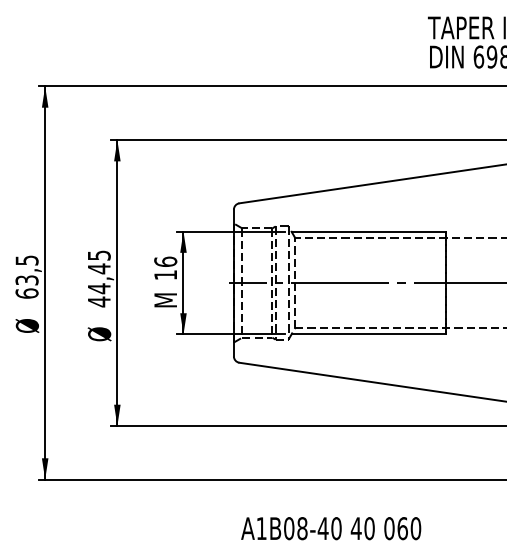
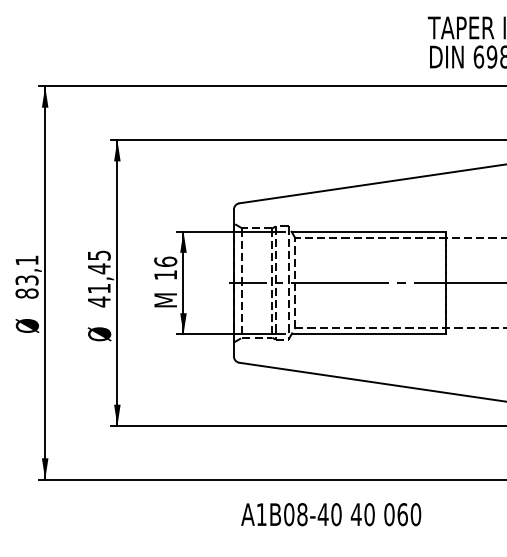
text at (26, 276): 63,5 -> 83,1
text at (99, 288): 44,45 -> 41,45
text at (331, 528) position: (331, 528) -> (331, 514)
